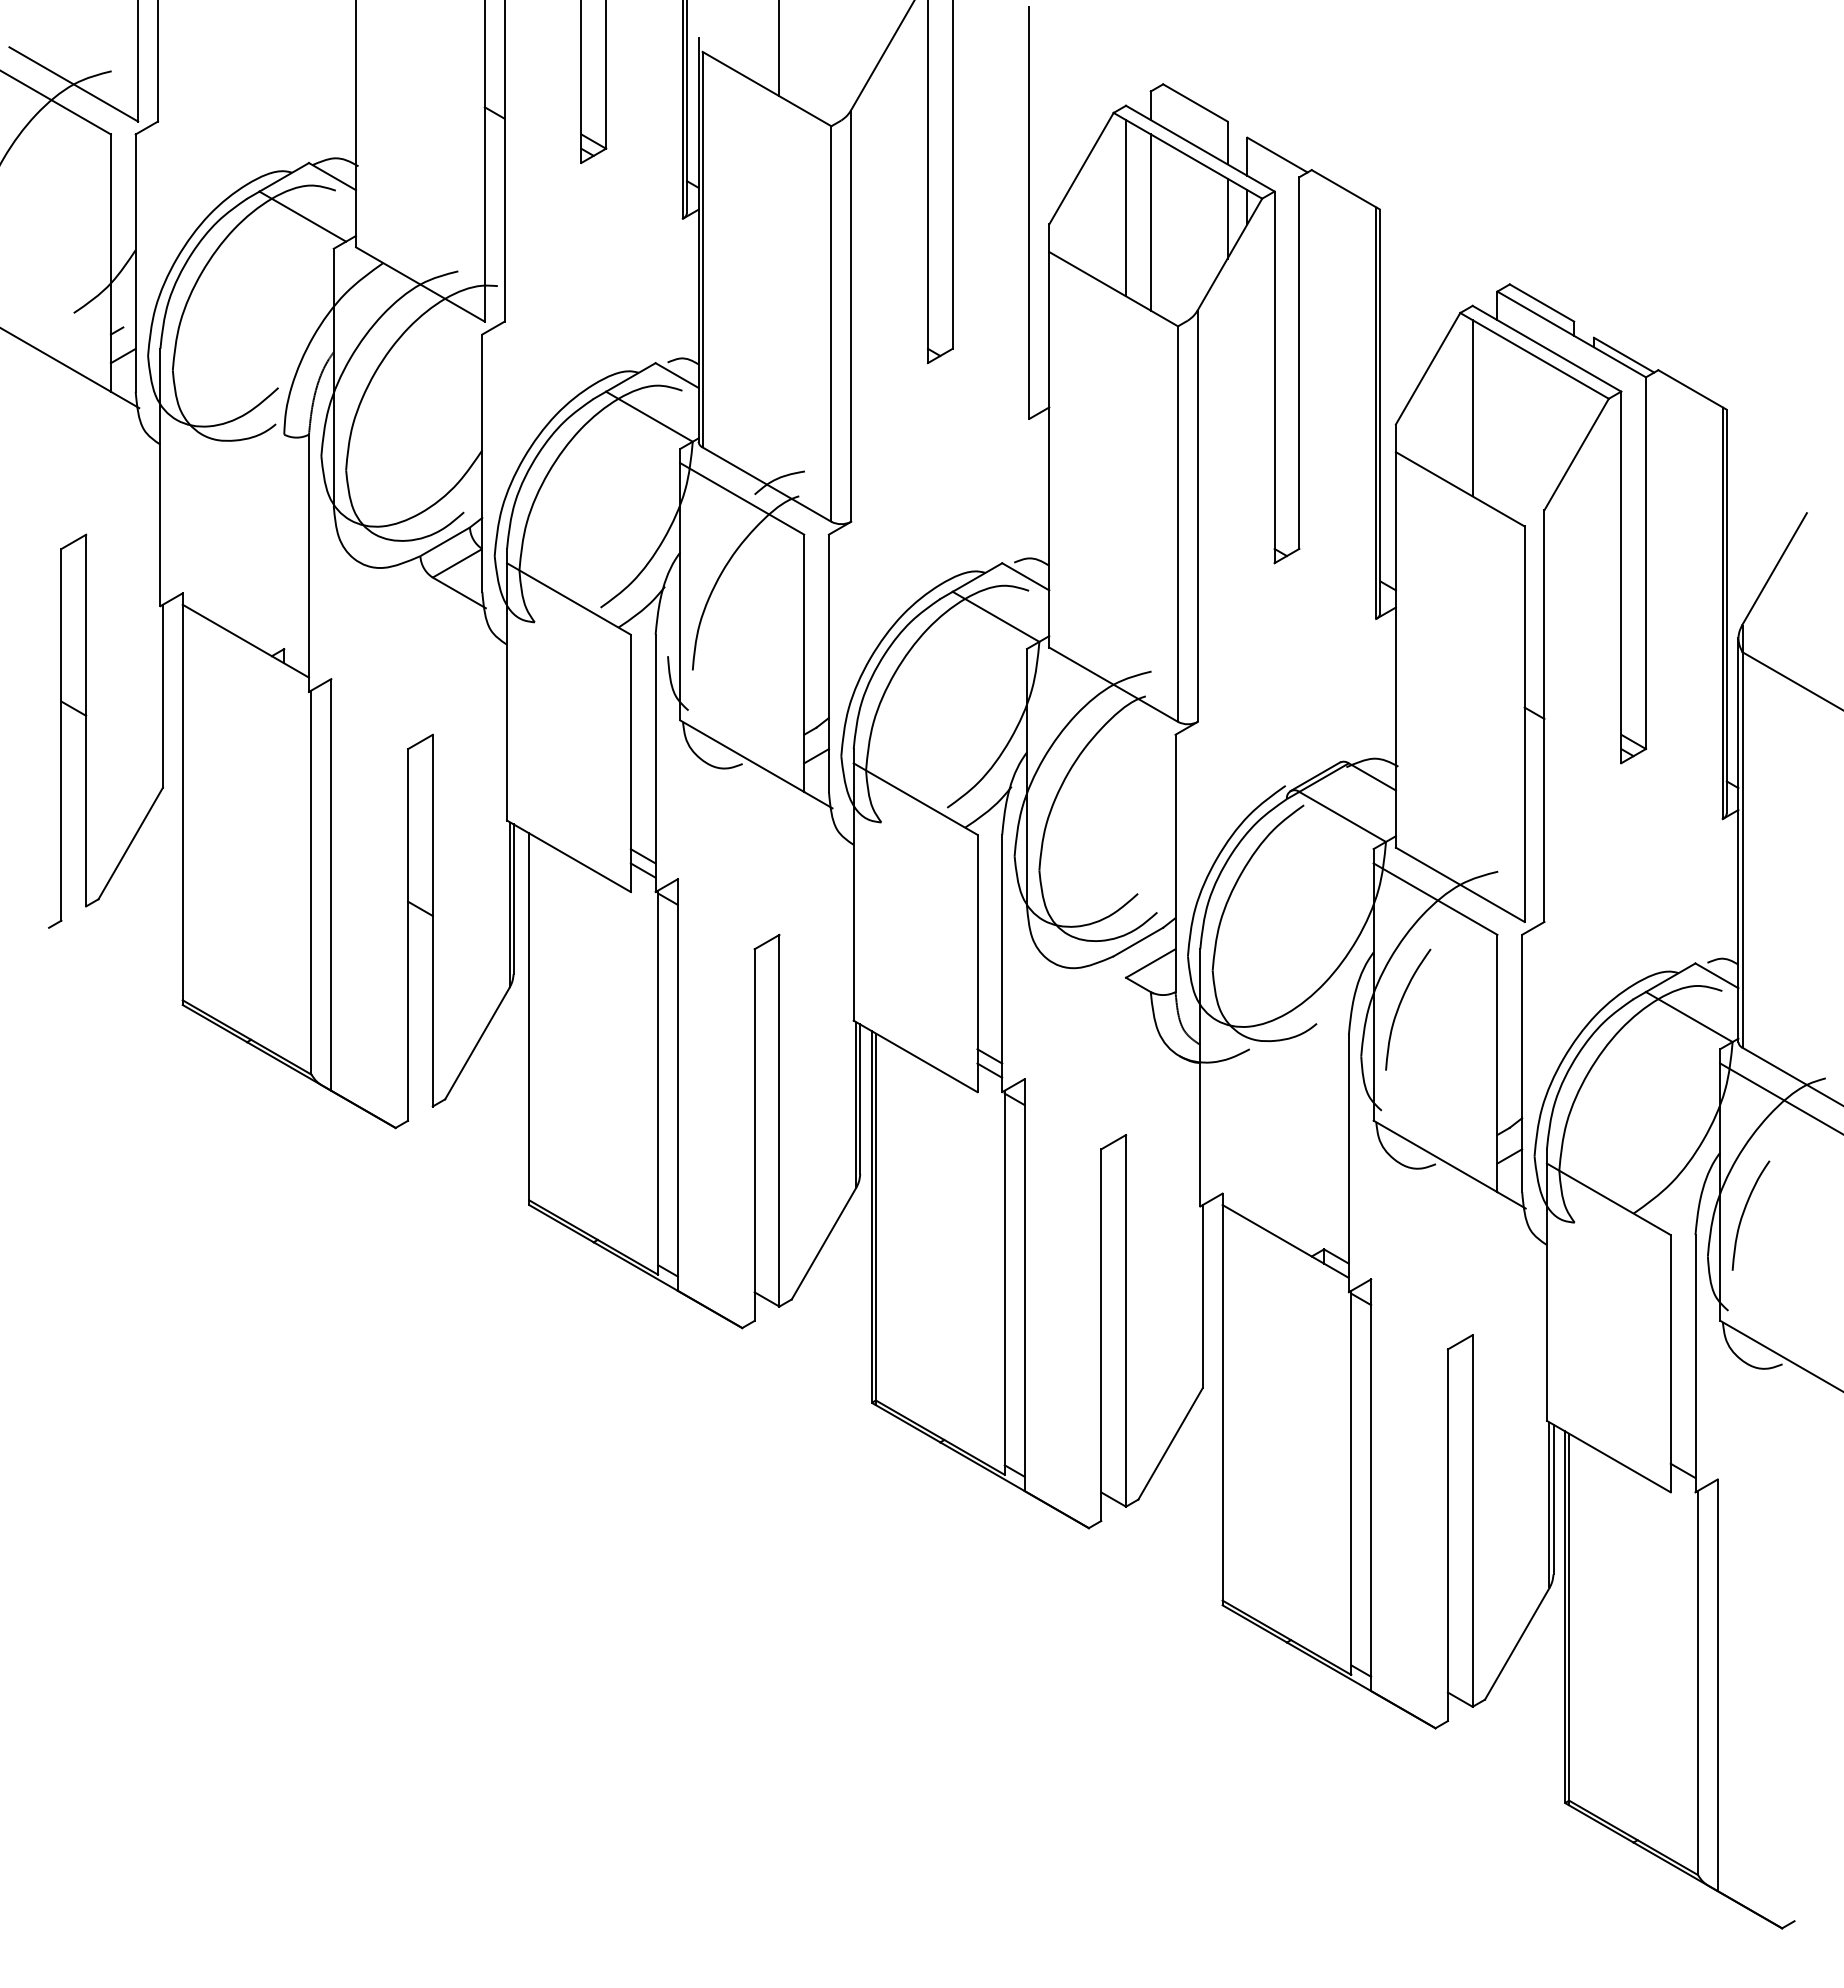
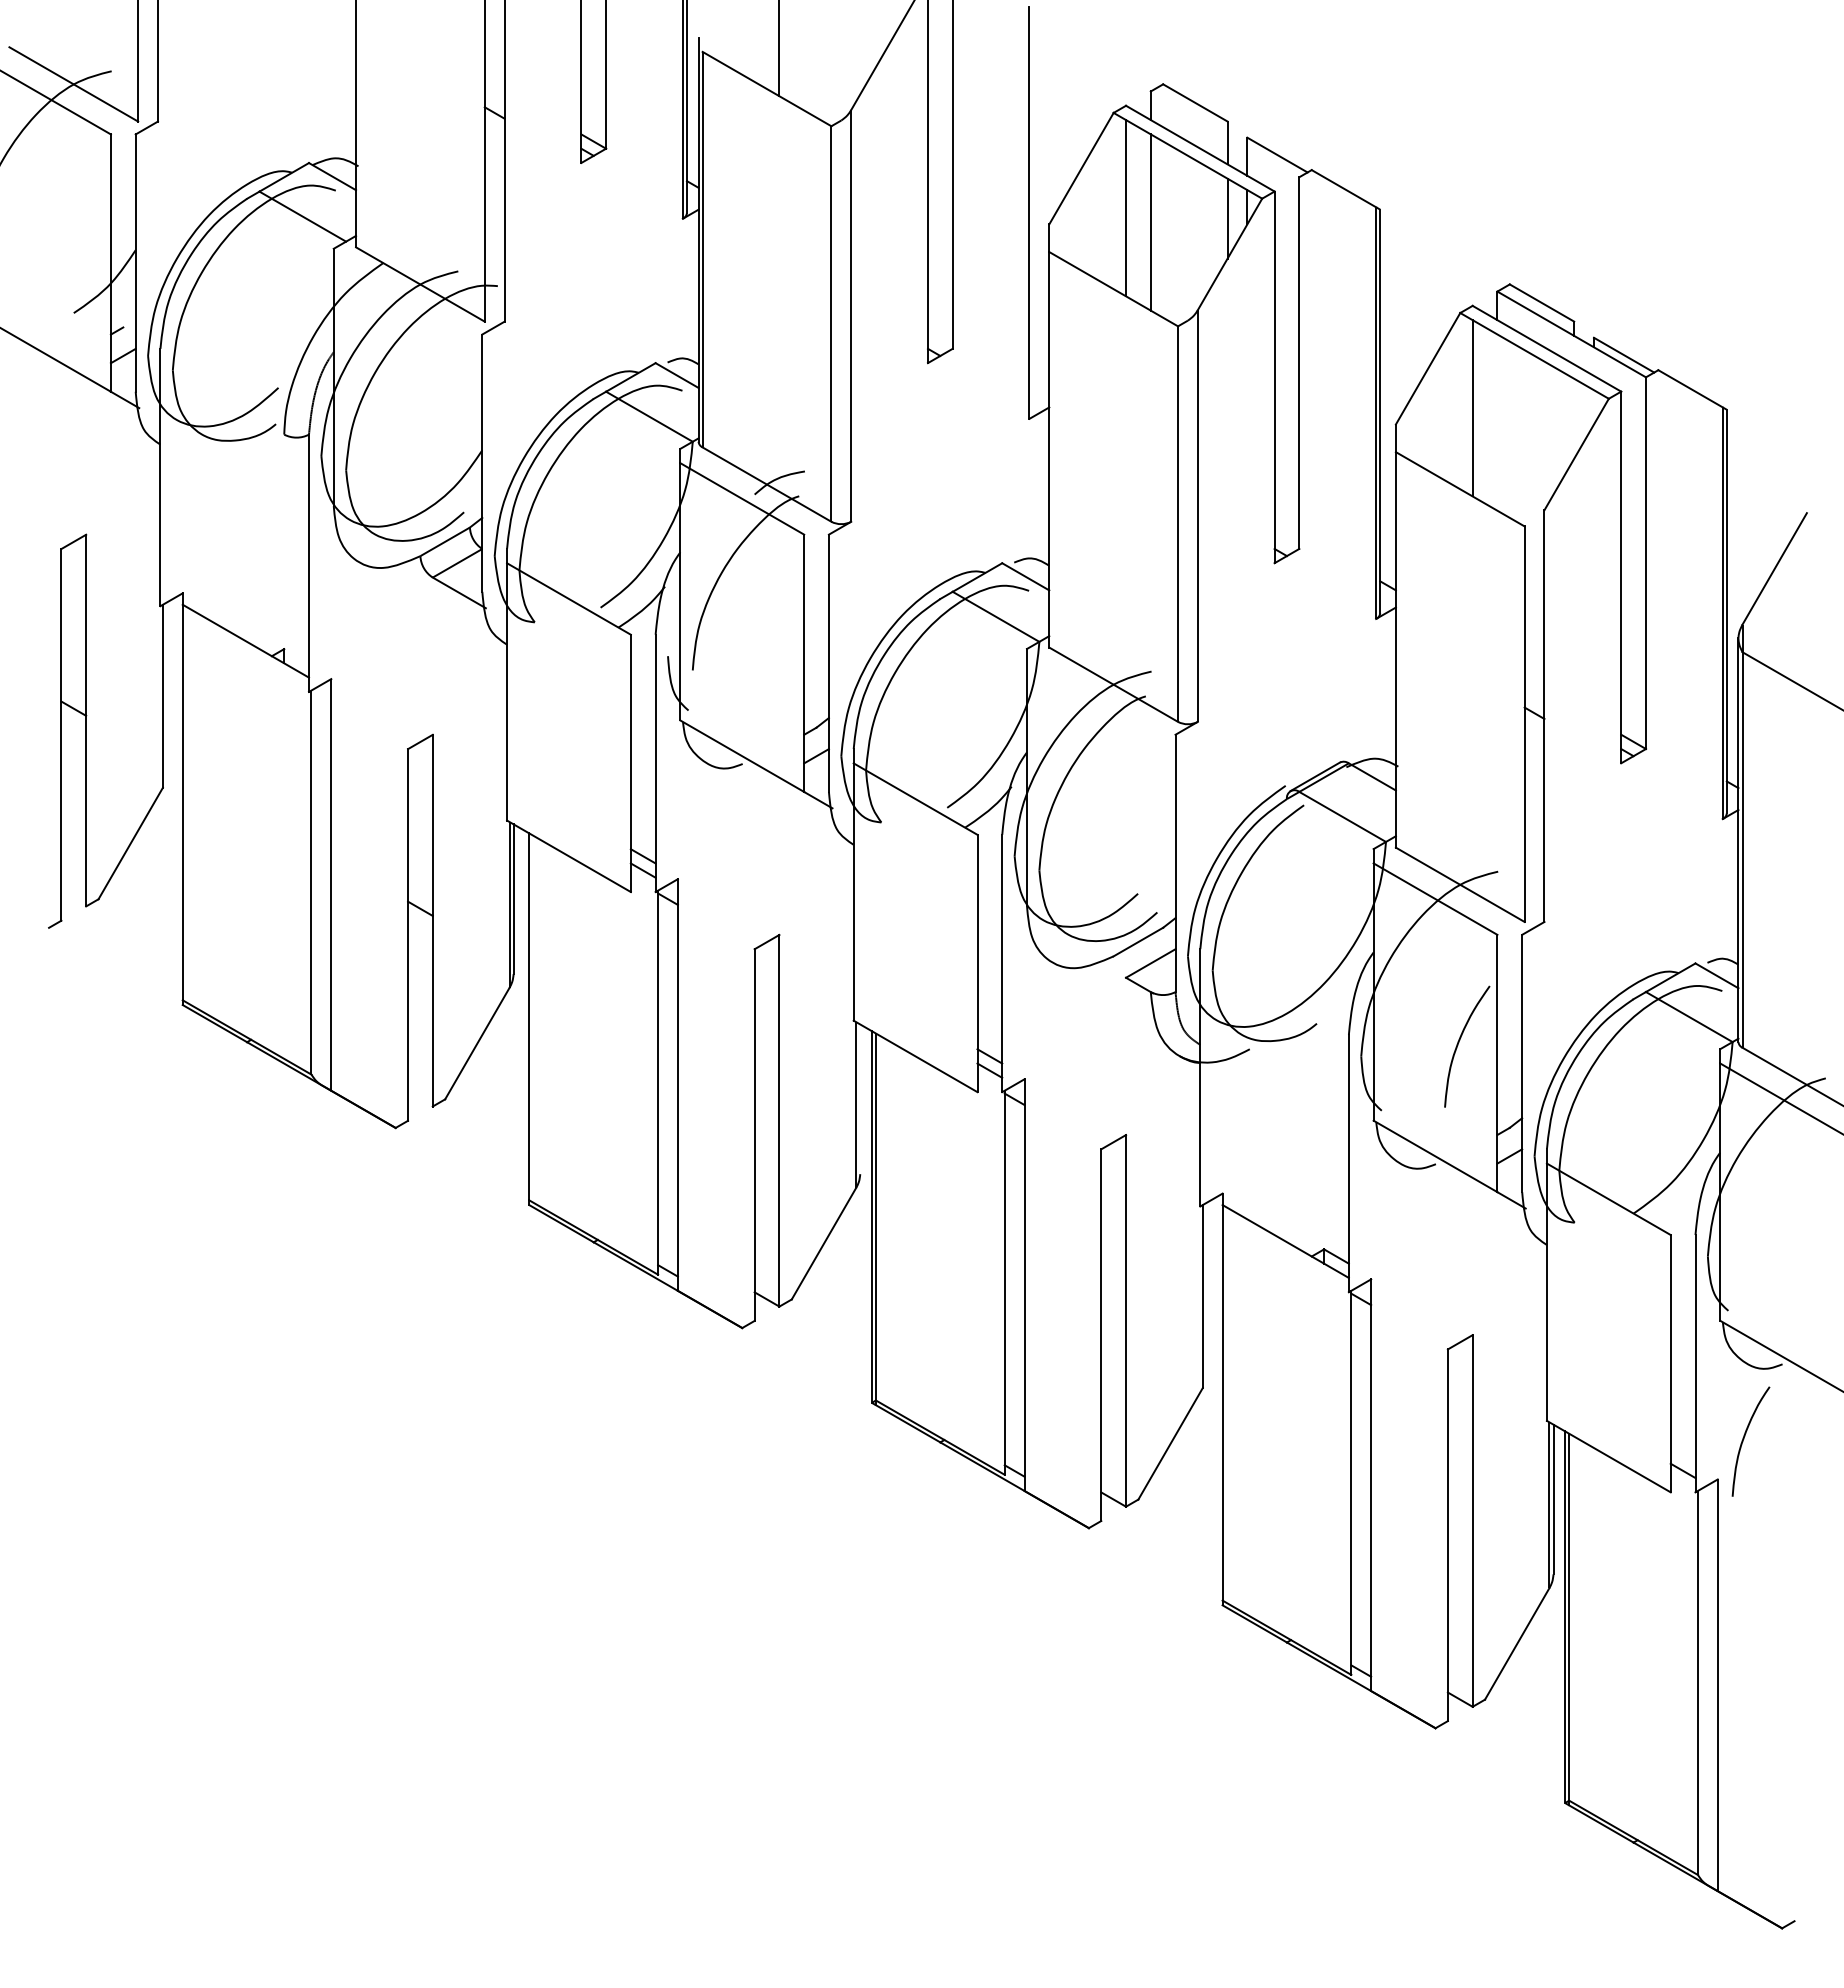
curve at (1400, 1005) position: (1400, 1005) -> (1459, 1042)
line at (860, 1099): present -> none
curve at (1744, 1213) position: (1744, 1213) -> (1744, 1439)
